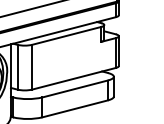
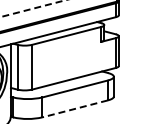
line at (33, 8): solid -> dashed
line at (75, 108): solid -> dashed
